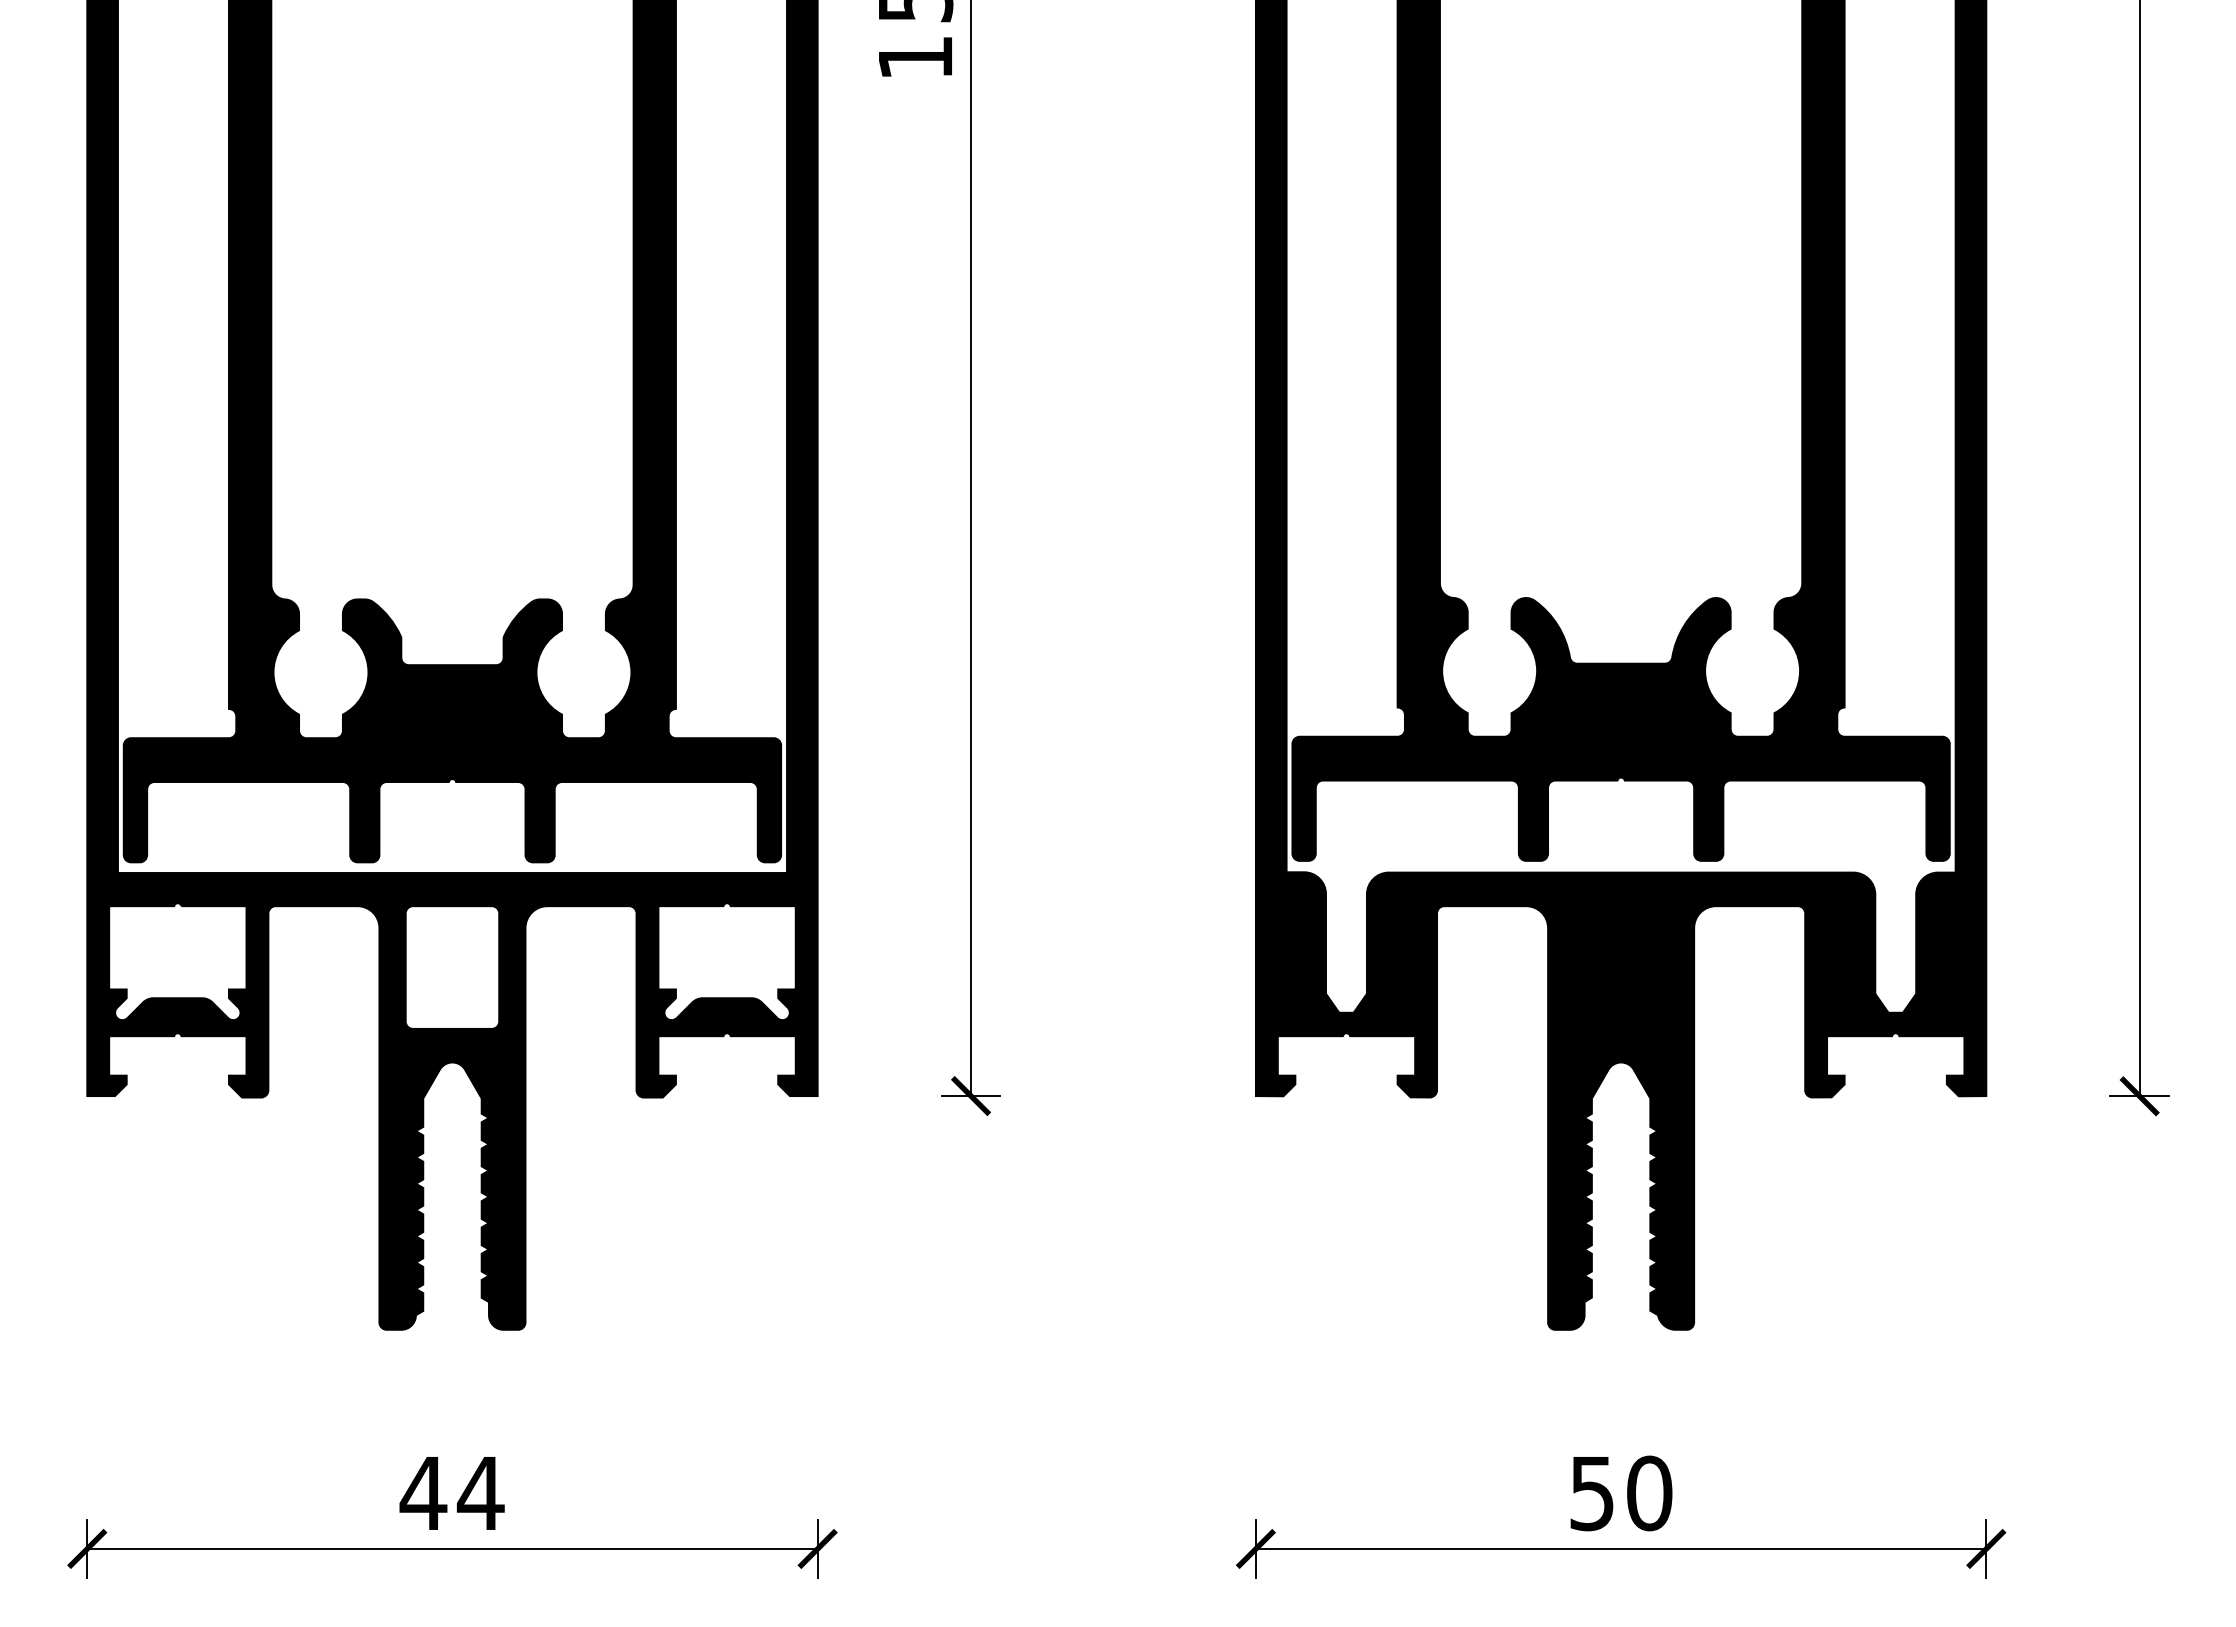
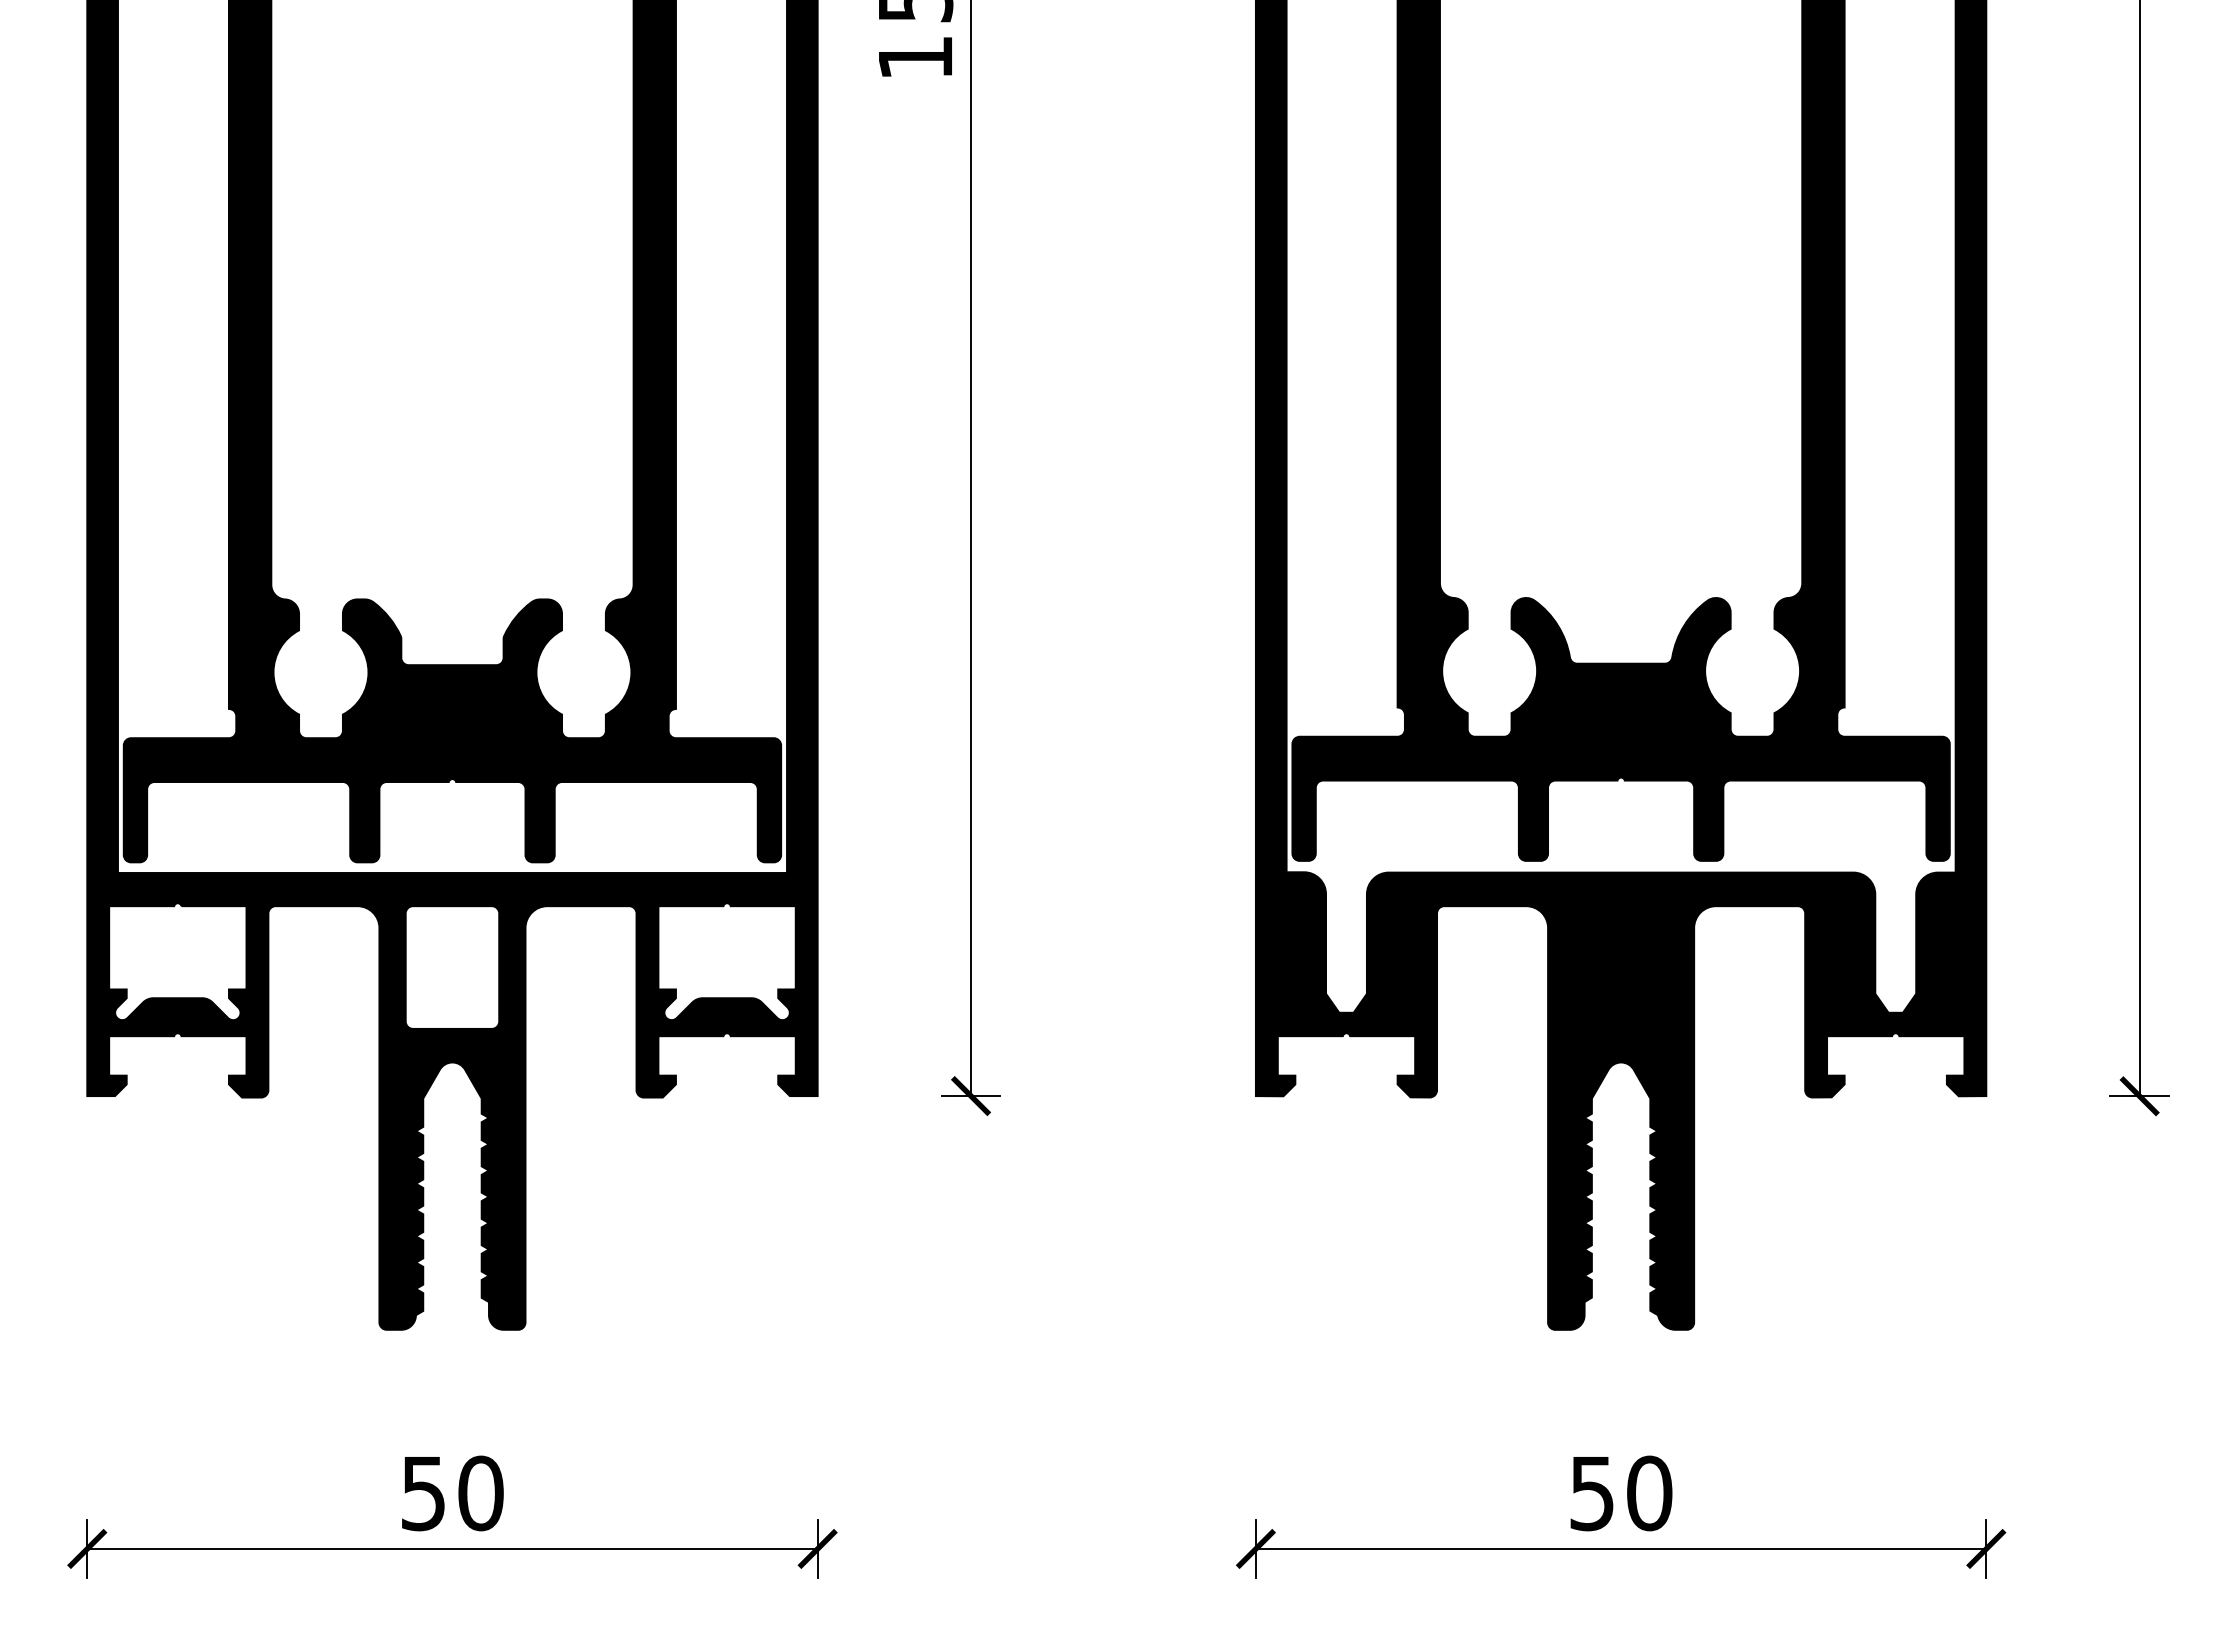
text at (451, 1493): 44 -> 50
